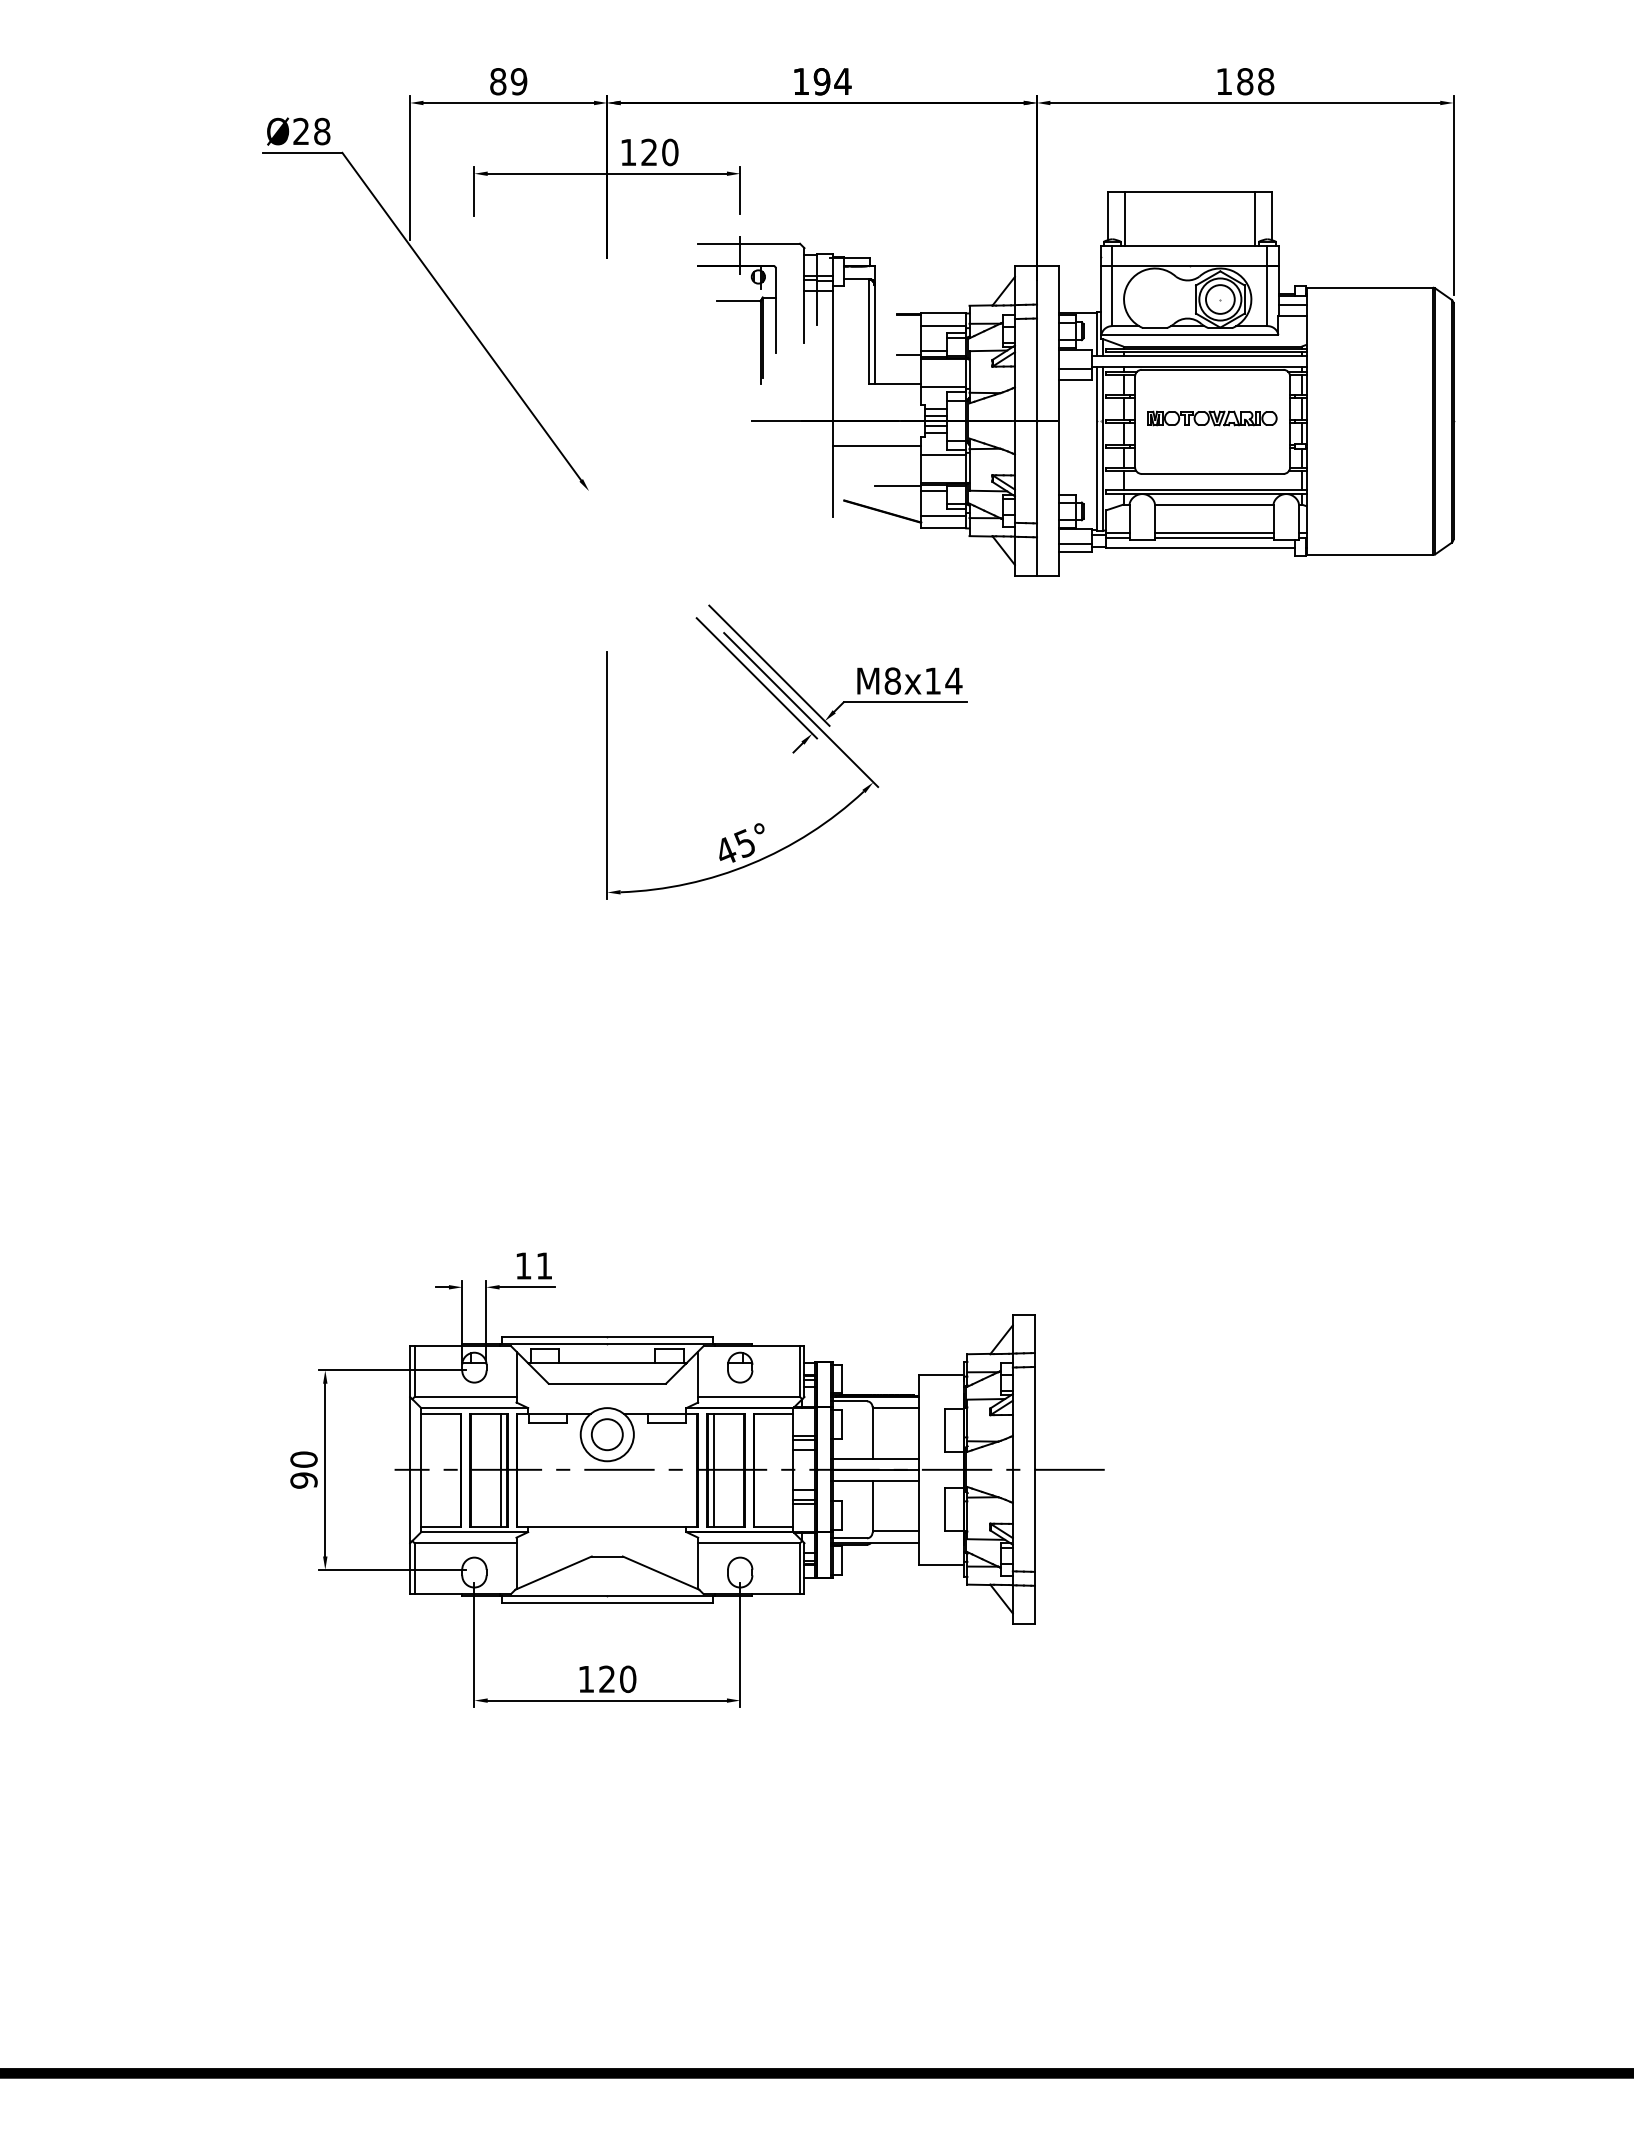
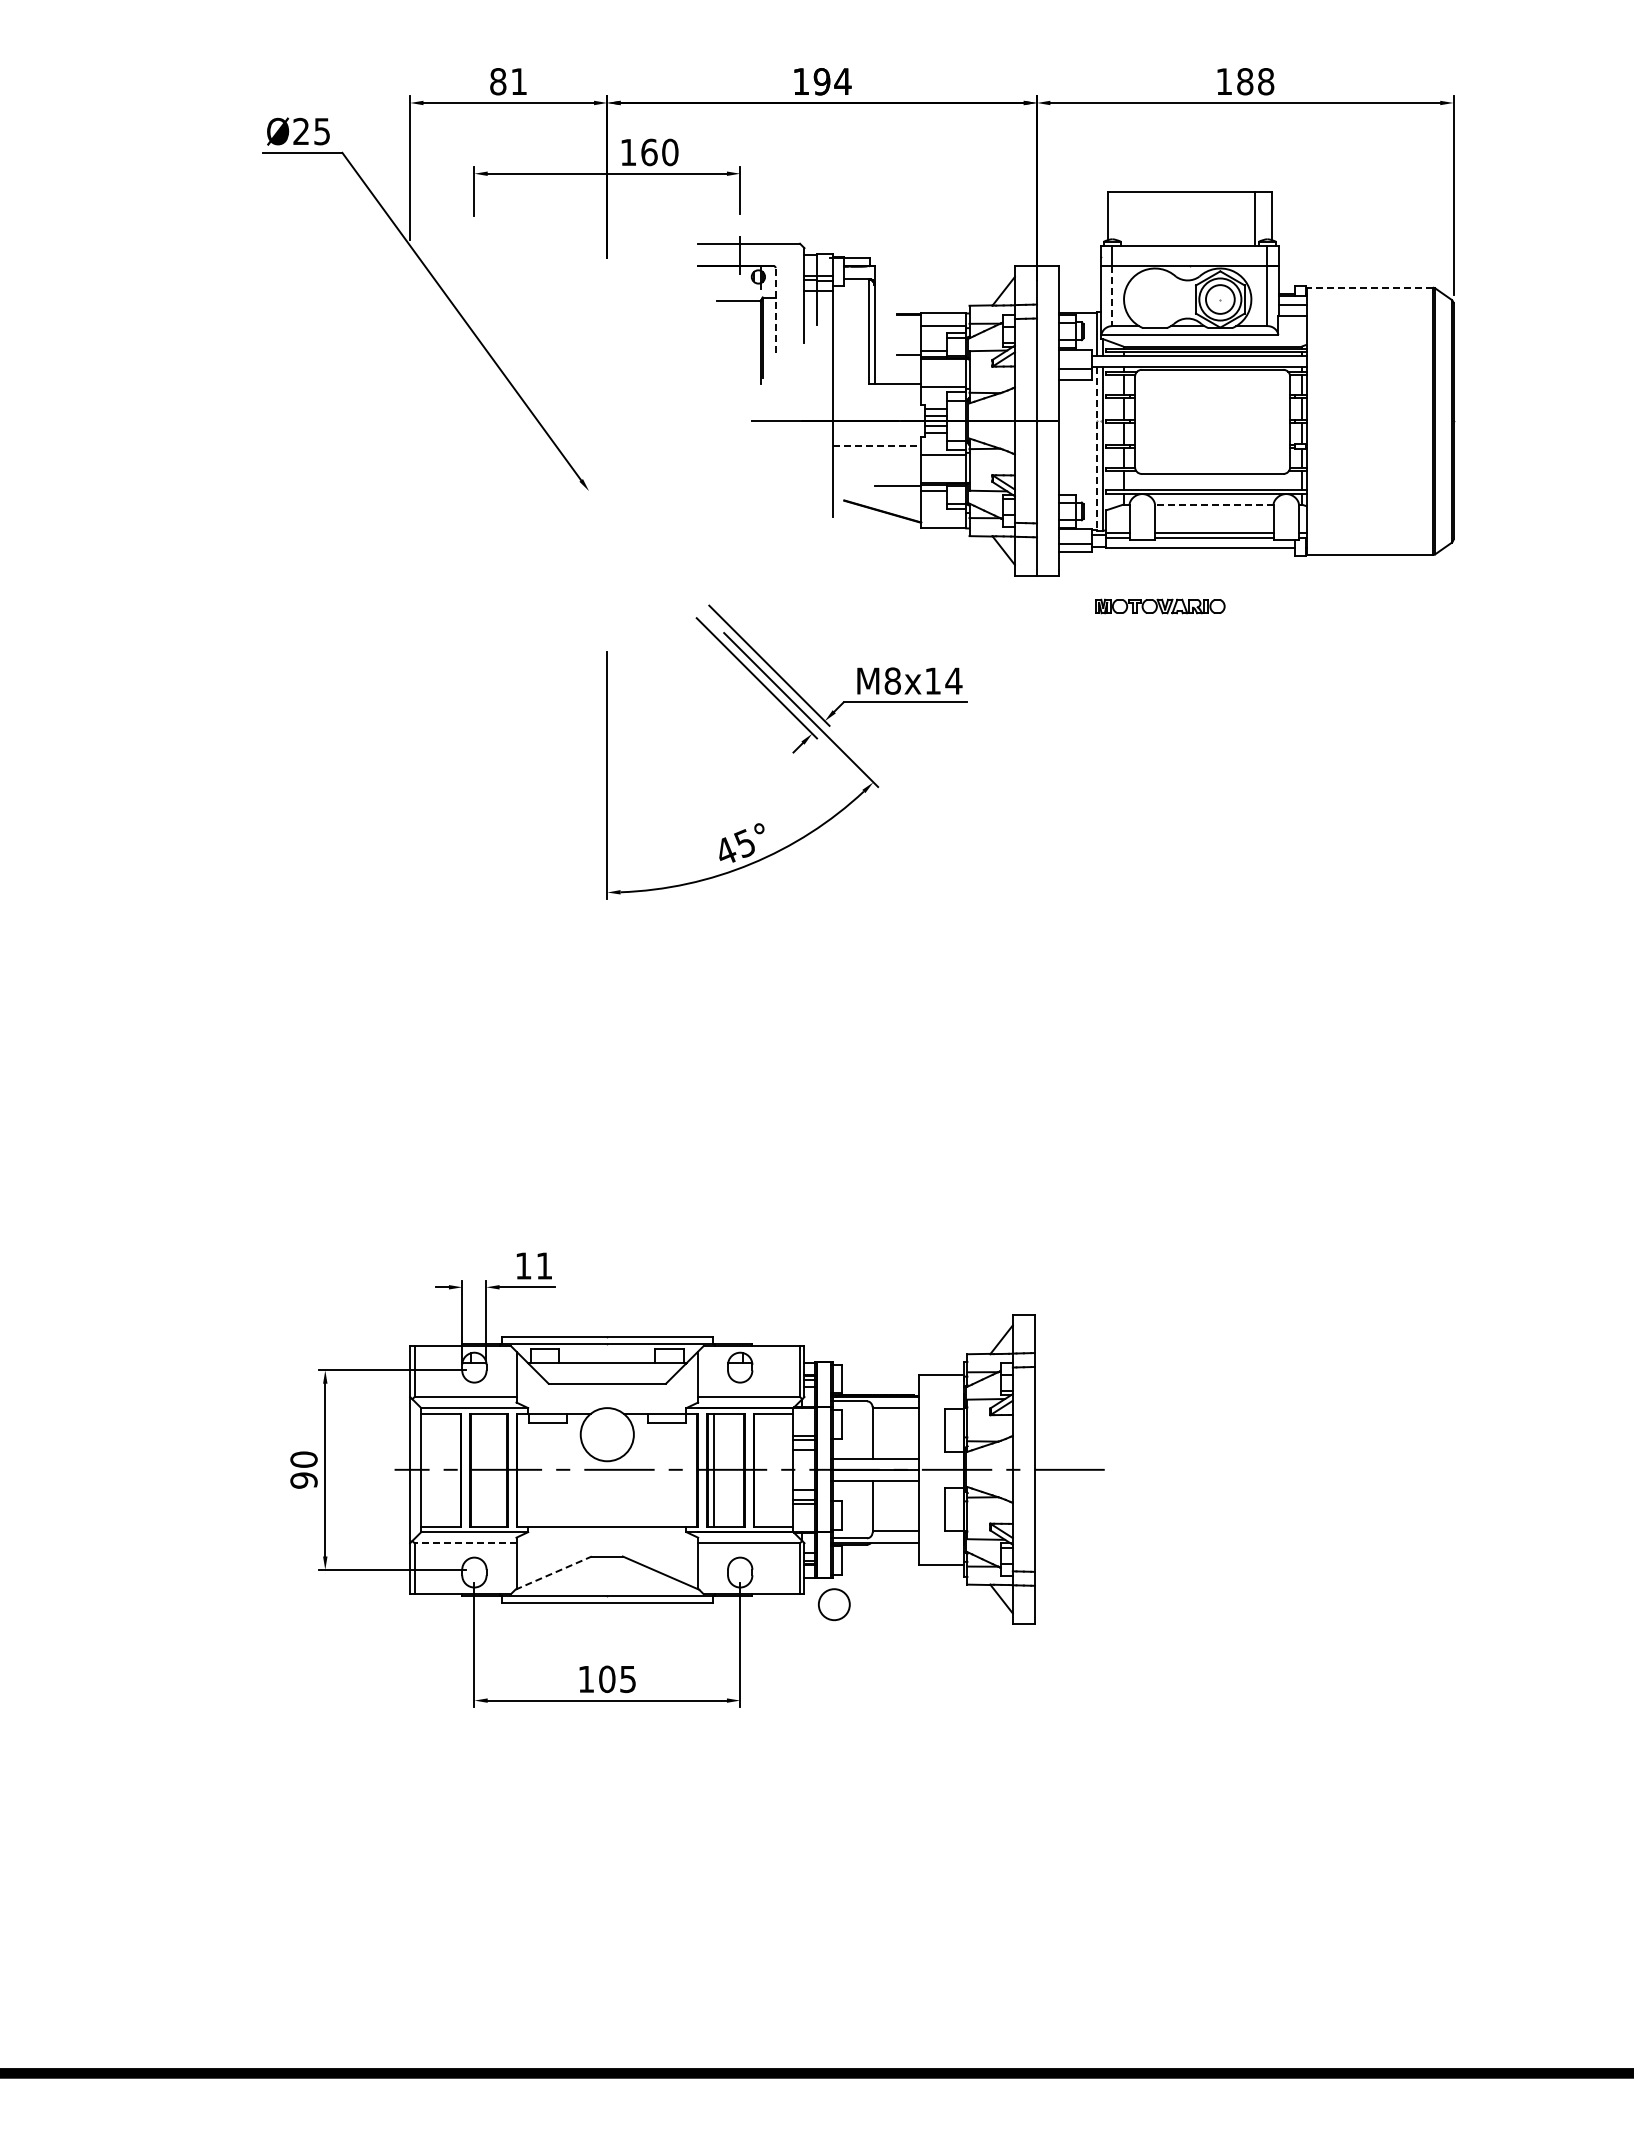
text at (518, 81): 89 -> 81
text at (322, 131): Ø28 -> Ø25
text at (649, 152): 120 -> 160
line at (1124, 219): present -> none
line at (1370, 287): solid -> dashed
line at (1112, 296): solid -> dashed
line at (775, 309): solid -> dashed
part at (1212, 418) position: (1212, 418) -> (1160, 606)
line at (877, 446): solid -> dashed
line at (1096, 449): solid -> dashed
line at (1213, 504): solid -> dashed
line at (943, 516): present -> none
circle at (606, 1434) position: (606, 1434) -> (833, 1604)
line at (500, 1469): present -> none
line at (465, 1543): solid -> dashed
line at (553, 1573): solid -> dashed
text at (617, 1679): 120 -> 105
